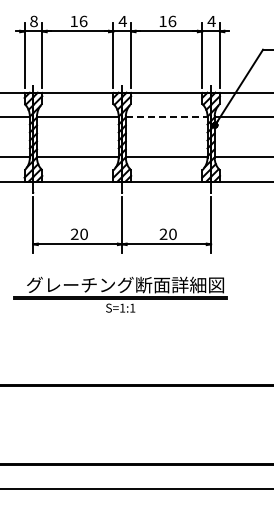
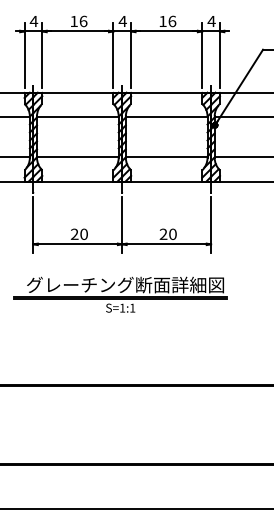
text at (33, 21): 8 -> 4
line at (166, 117): dashed -> solid
line at (136, 489) position: (136, 489) -> (136, 509)
